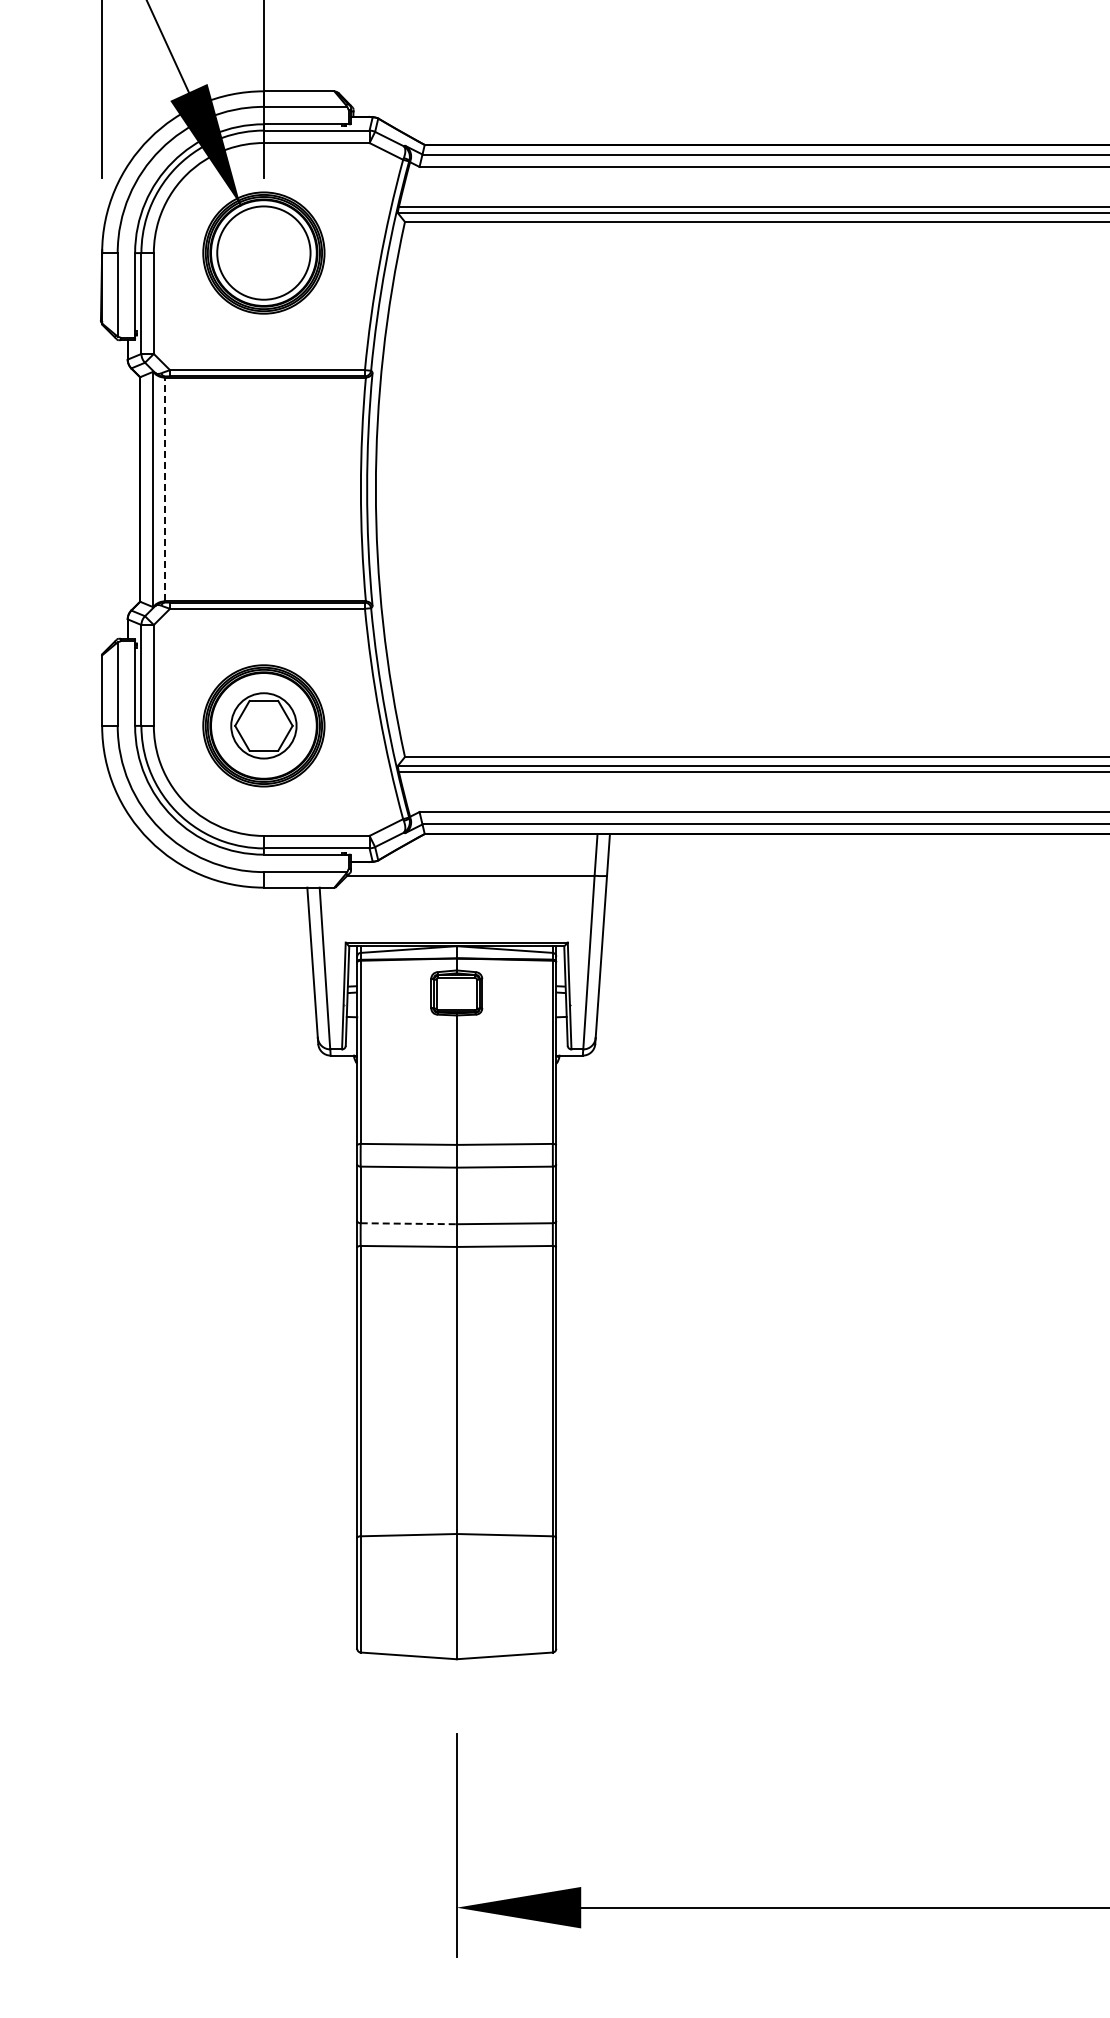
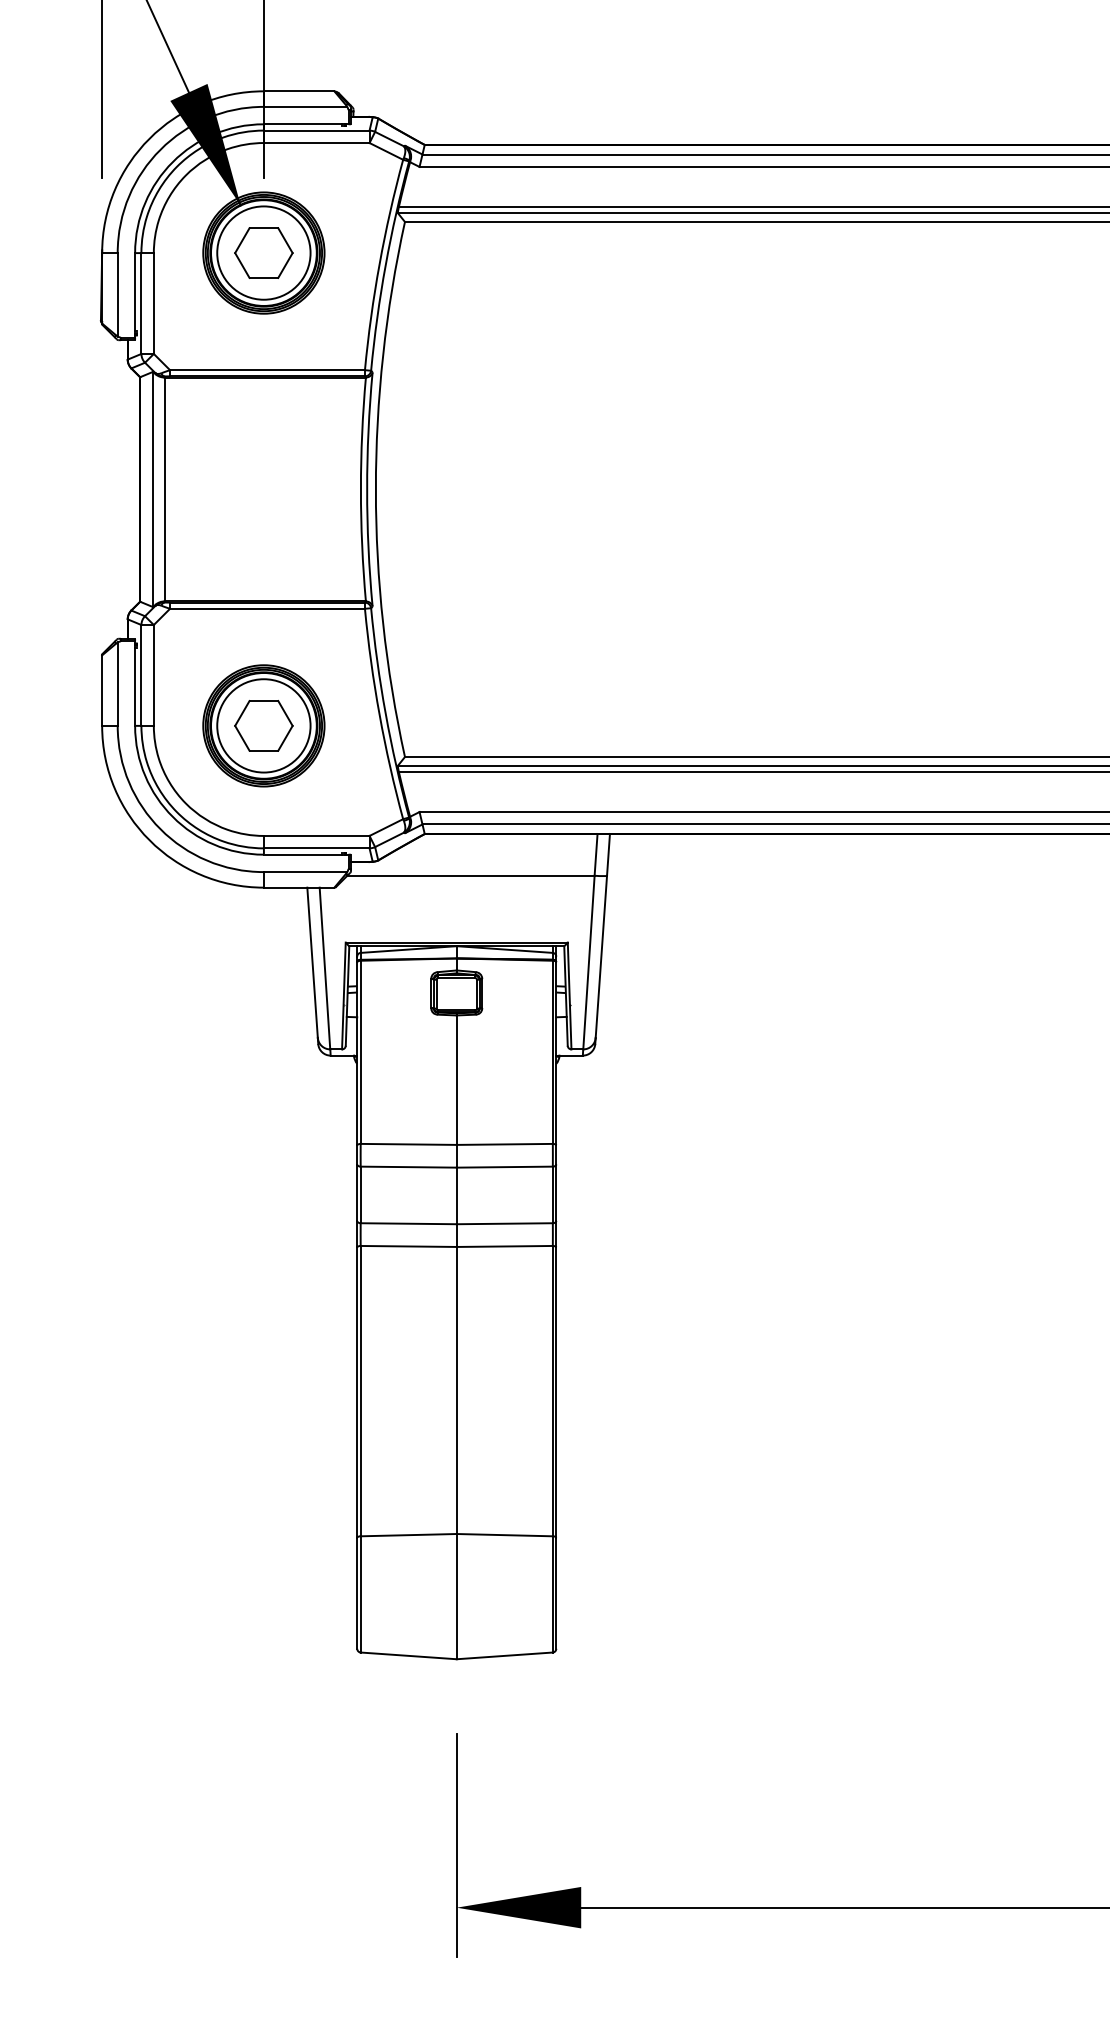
part at (263, 252): none -> present
line at (165, 489): dashed -> solid
circle at (263, 725) diameter: 65 px -> 93 px
line at (409, 1223): dashed -> solid
